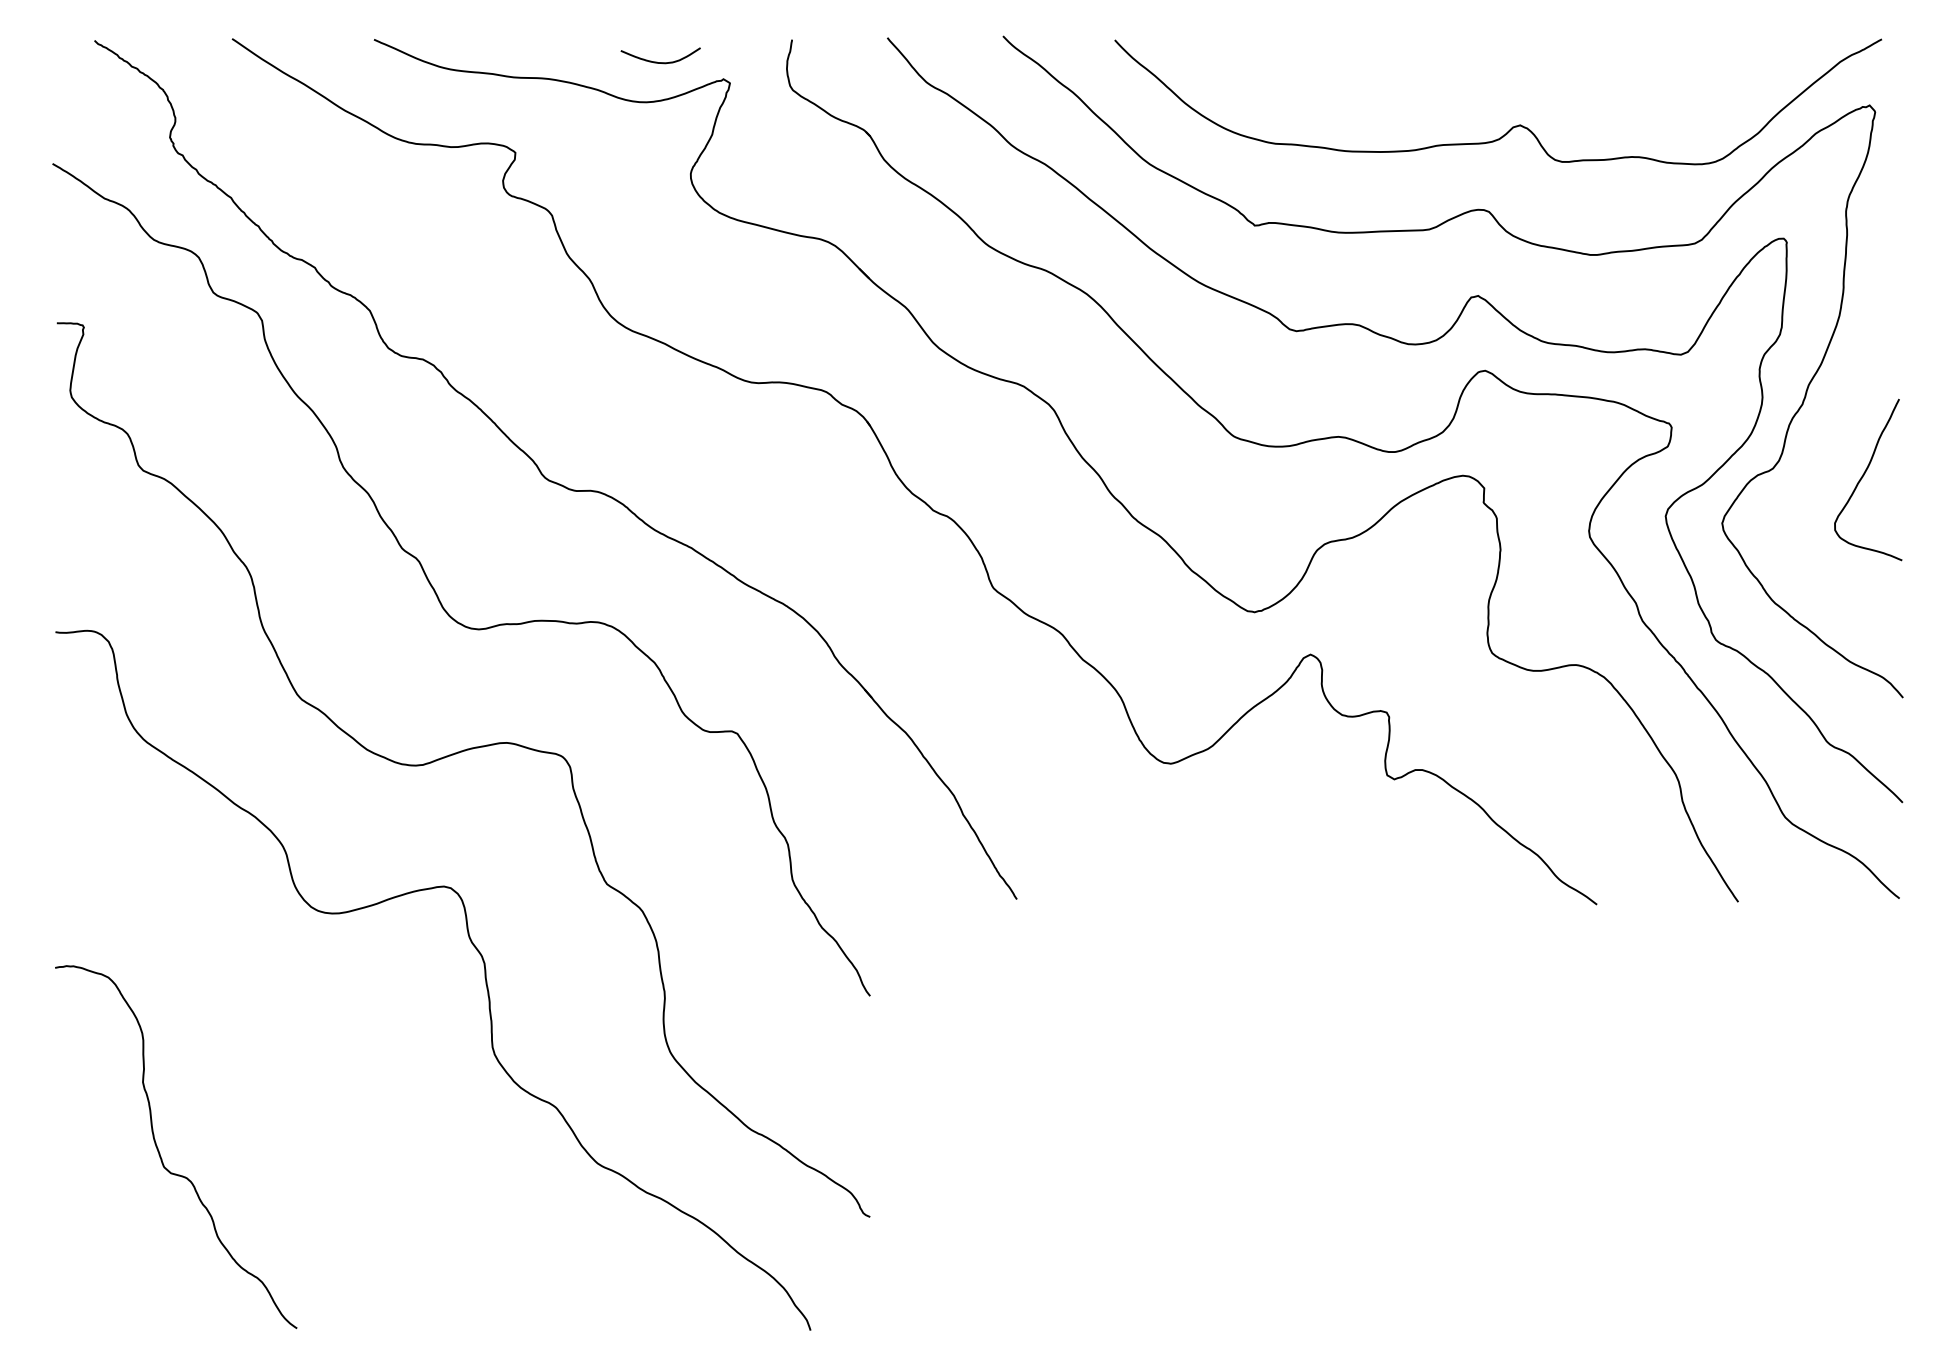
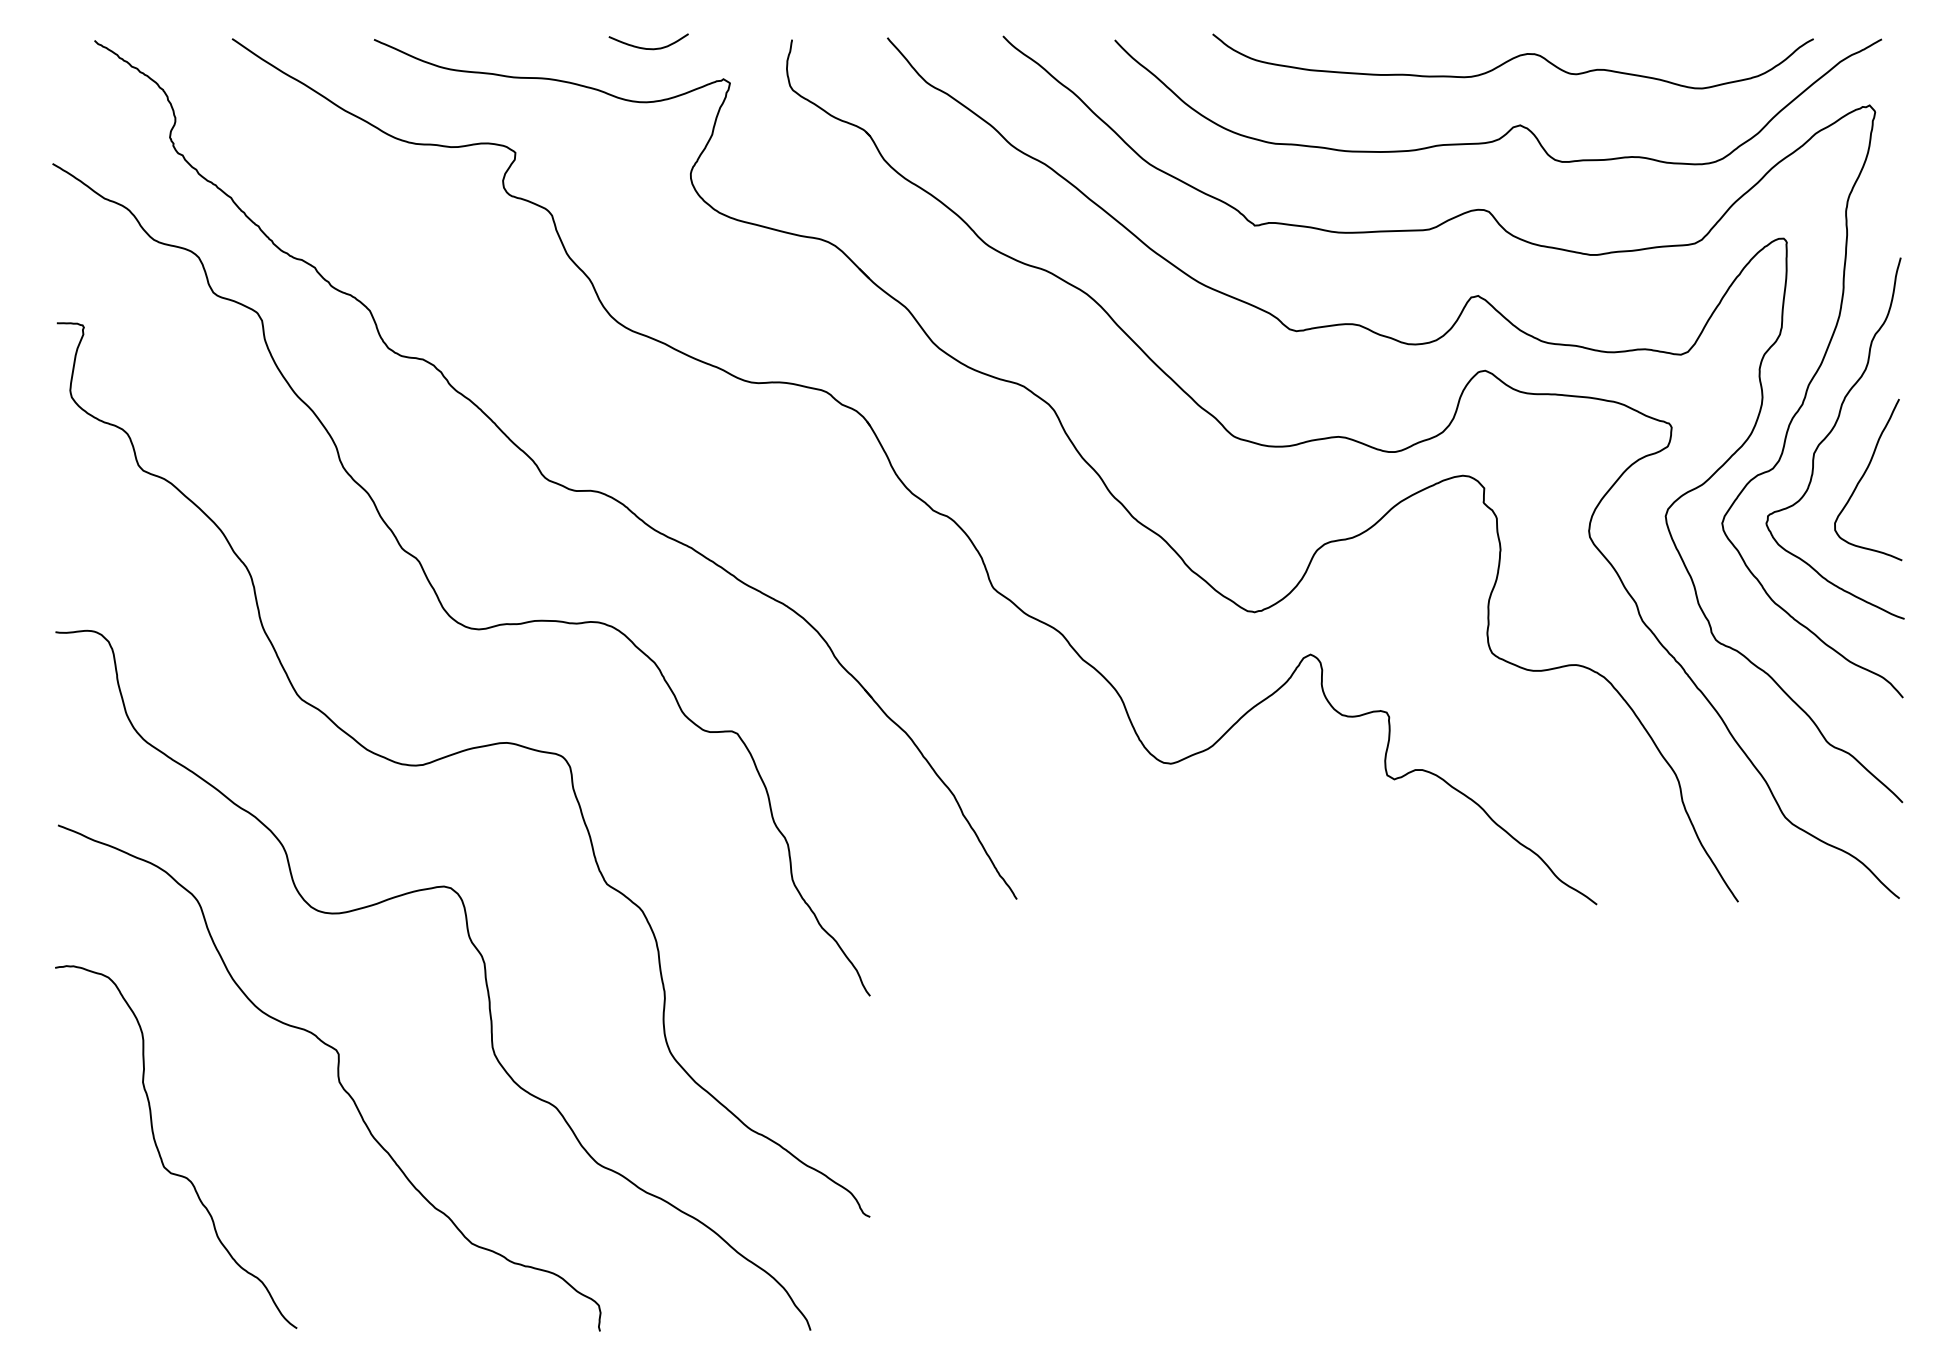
curve at (1511, 60): none -> present
curve at (657, 61) position: (657, 61) -> (645, 47)
curve at (1830, 433): none -> present
curve at (337, 1077): none -> present
